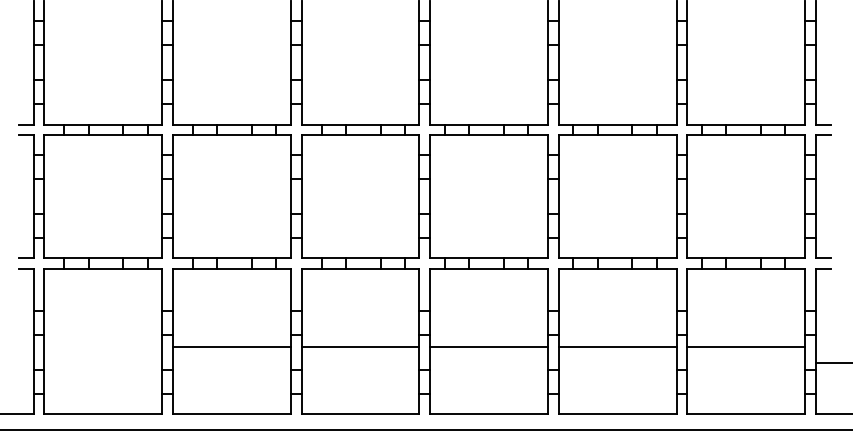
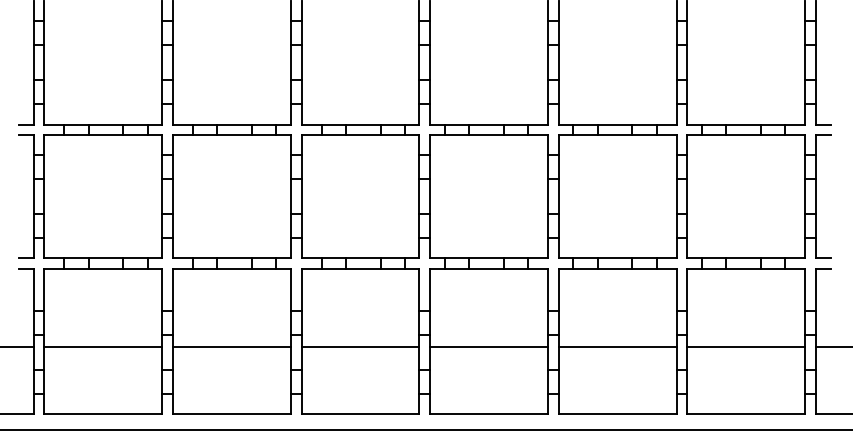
line at (17, 347): none -> present
line at (103, 347): none -> present
line at (832, 363) position: (832, 363) -> (832, 347)
